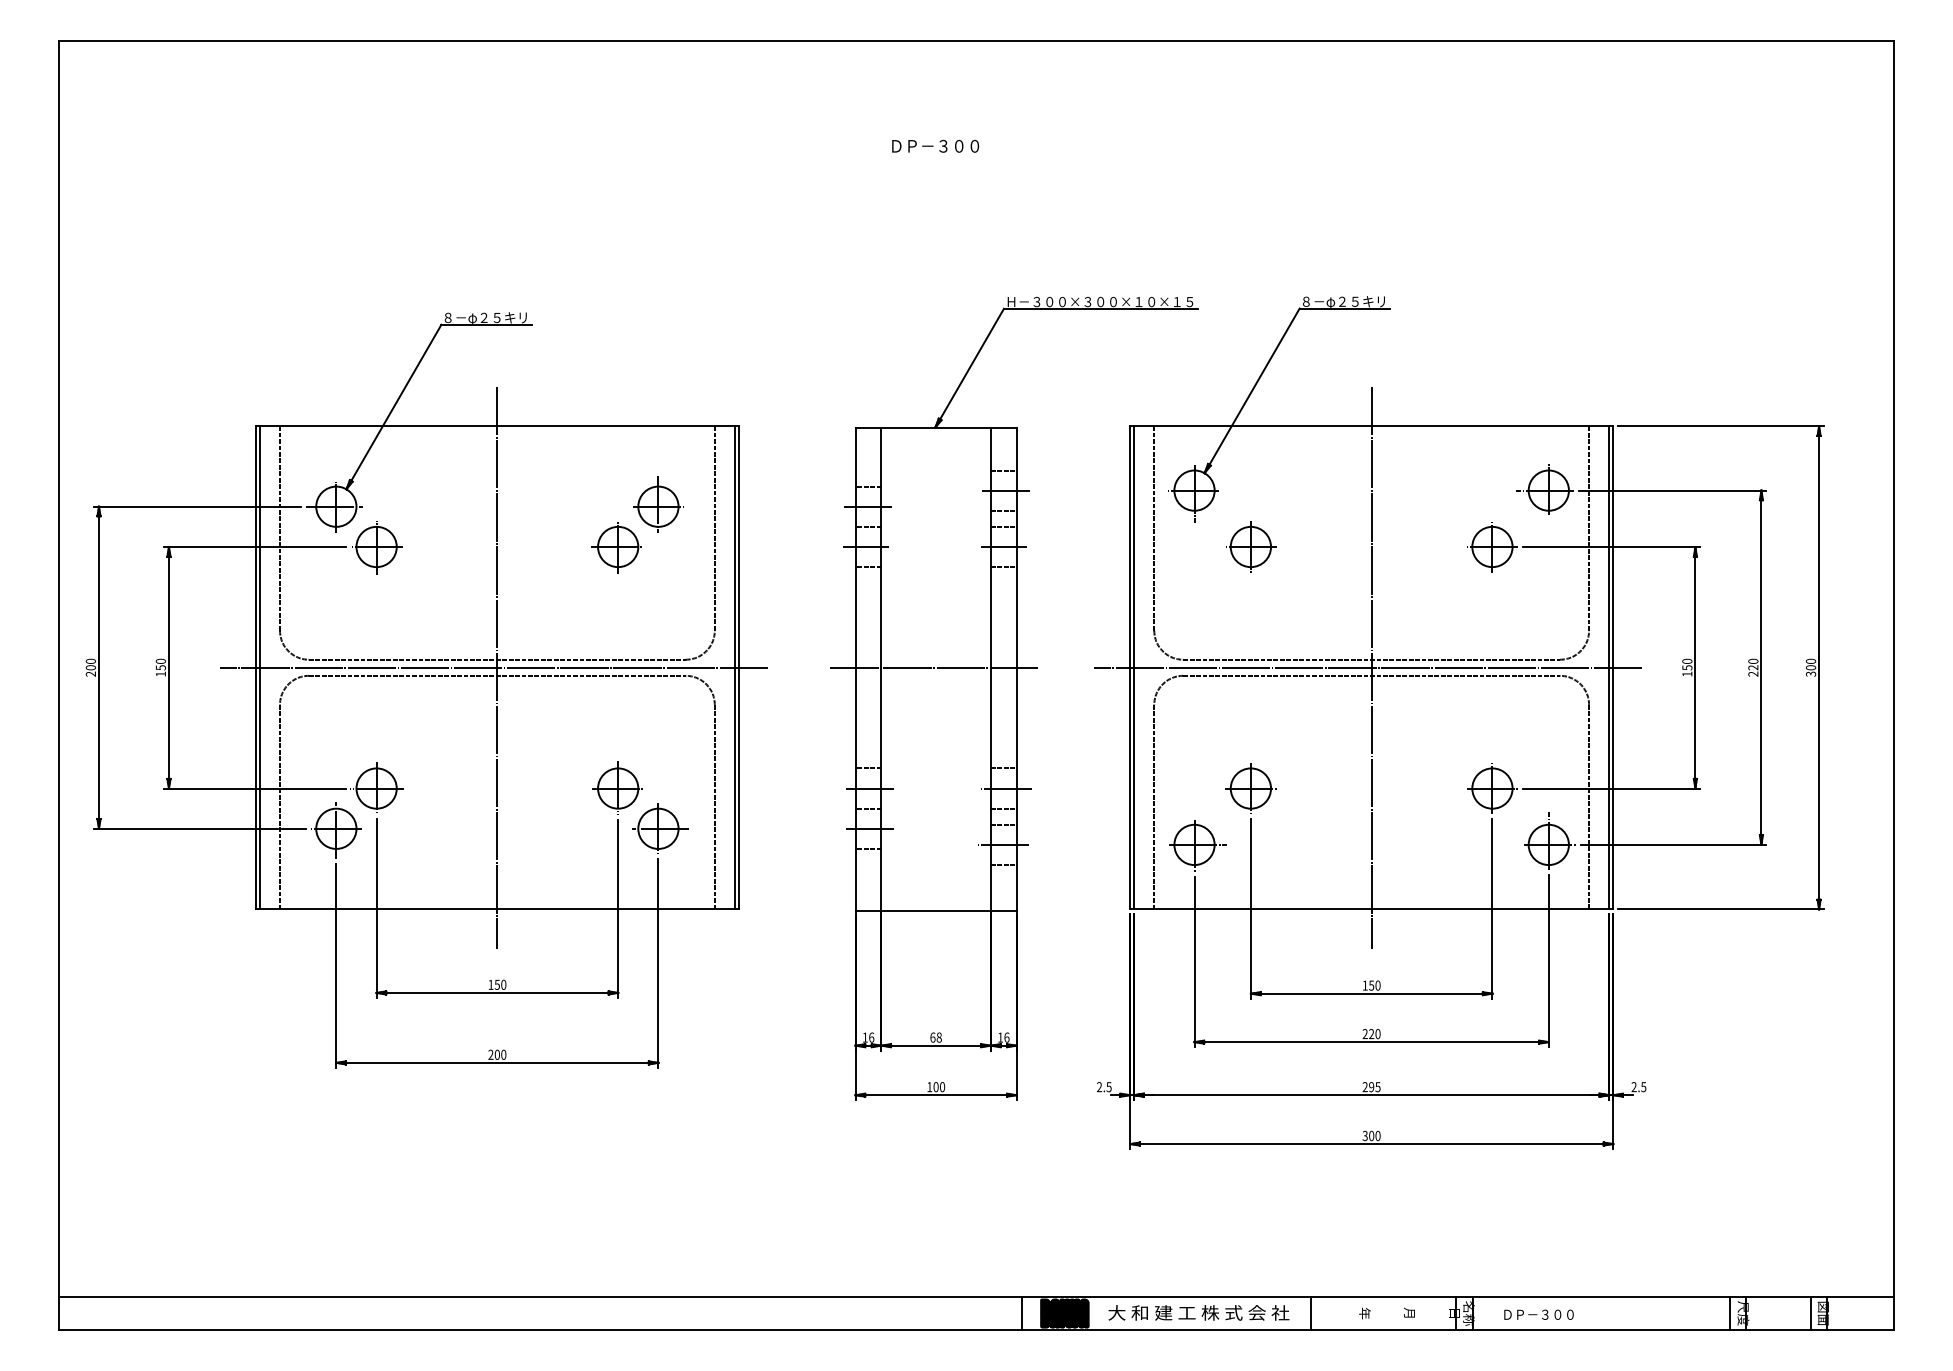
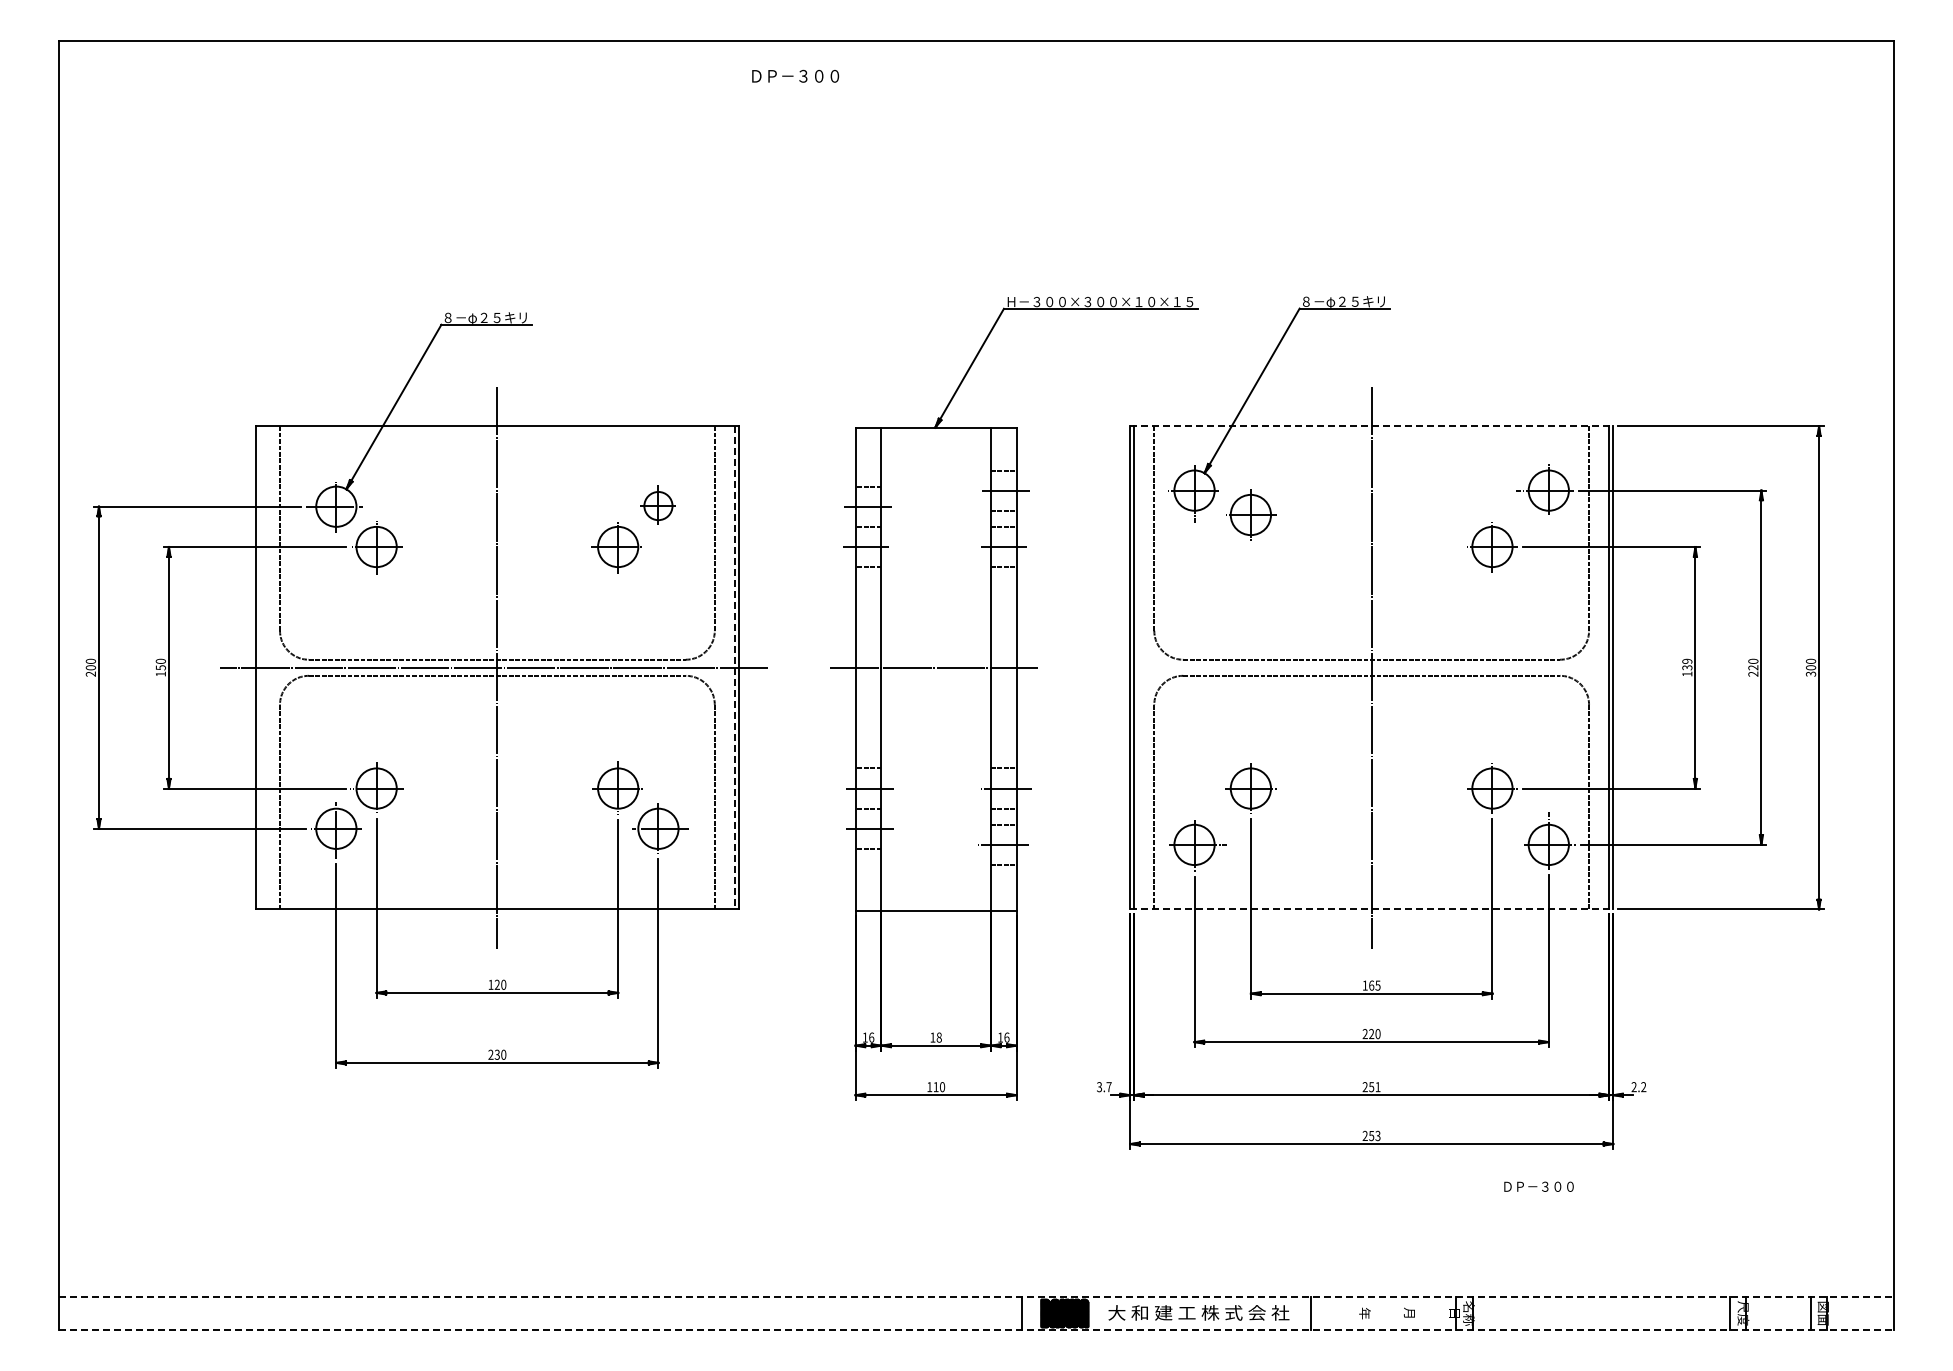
text at (935, 145) position: (935, 145) -> (795, 75)
line at (1371, 426): solid -> dashed
part at (658, 504) size: 51x57 px -> 36x40 px
part at (1251, 546) position: (1251, 546) -> (1251, 514)
text at (1687, 664): 150 -> 139
line at (259, 667): present -> none
line at (734, 667): solid -> dashed
line at (1367, 667): present -> none
line at (1371, 909): solid -> dashed
text at (496, 984): 150 -> 120
text at (1374, 985): 150 -> 165
text at (932, 1037): 68 -> 18
text at (496, 1054): 200 -> 230
text at (935, 1087): 100 -> 110
text at (1104, 1087): 2.5 -> 3.7
text at (1374, 1087): 295 -> 251
text at (1643, 1087): 2.5 -> 2.2
text at (1371, 1135): 300 -> 253
line at (976, 1297): solid -> dashed
text at (1538, 1314) position: (1538, 1314) -> (1538, 1186)
line at (976, 1329): solid -> dashed
